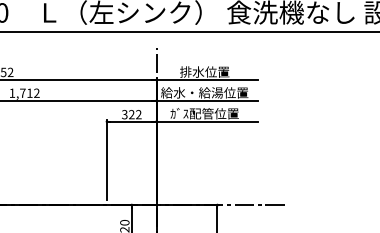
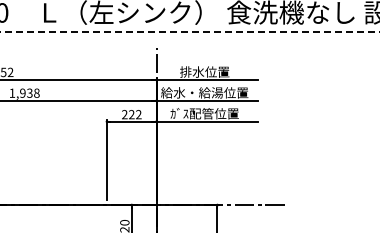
line at (190, 31): solid -> dashed
text at (29, 92): 1,712 -> 1,938
text at (124, 115): 322 -> 222
